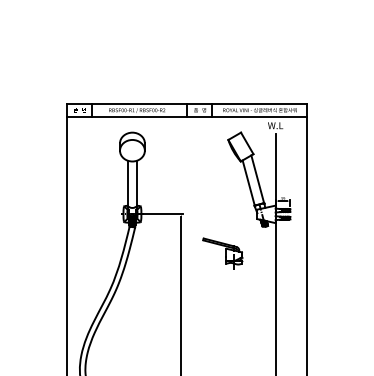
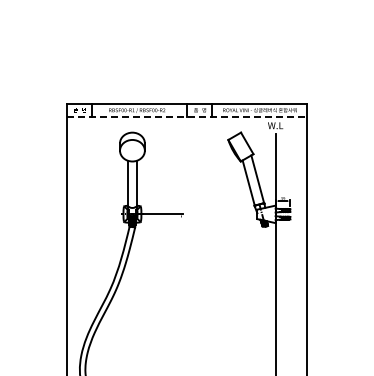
line at (187, 116): solid -> dashed
part at (222, 253): present -> none
line at (181, 294): present -> none
